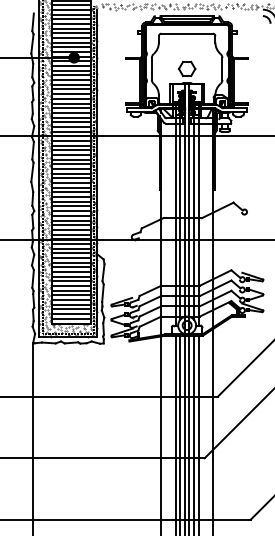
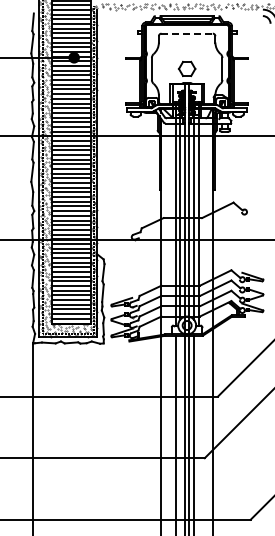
line at (187, 33): solid -> dashed
line at (180, 433): present -> none
line at (198, 433): present -> none
